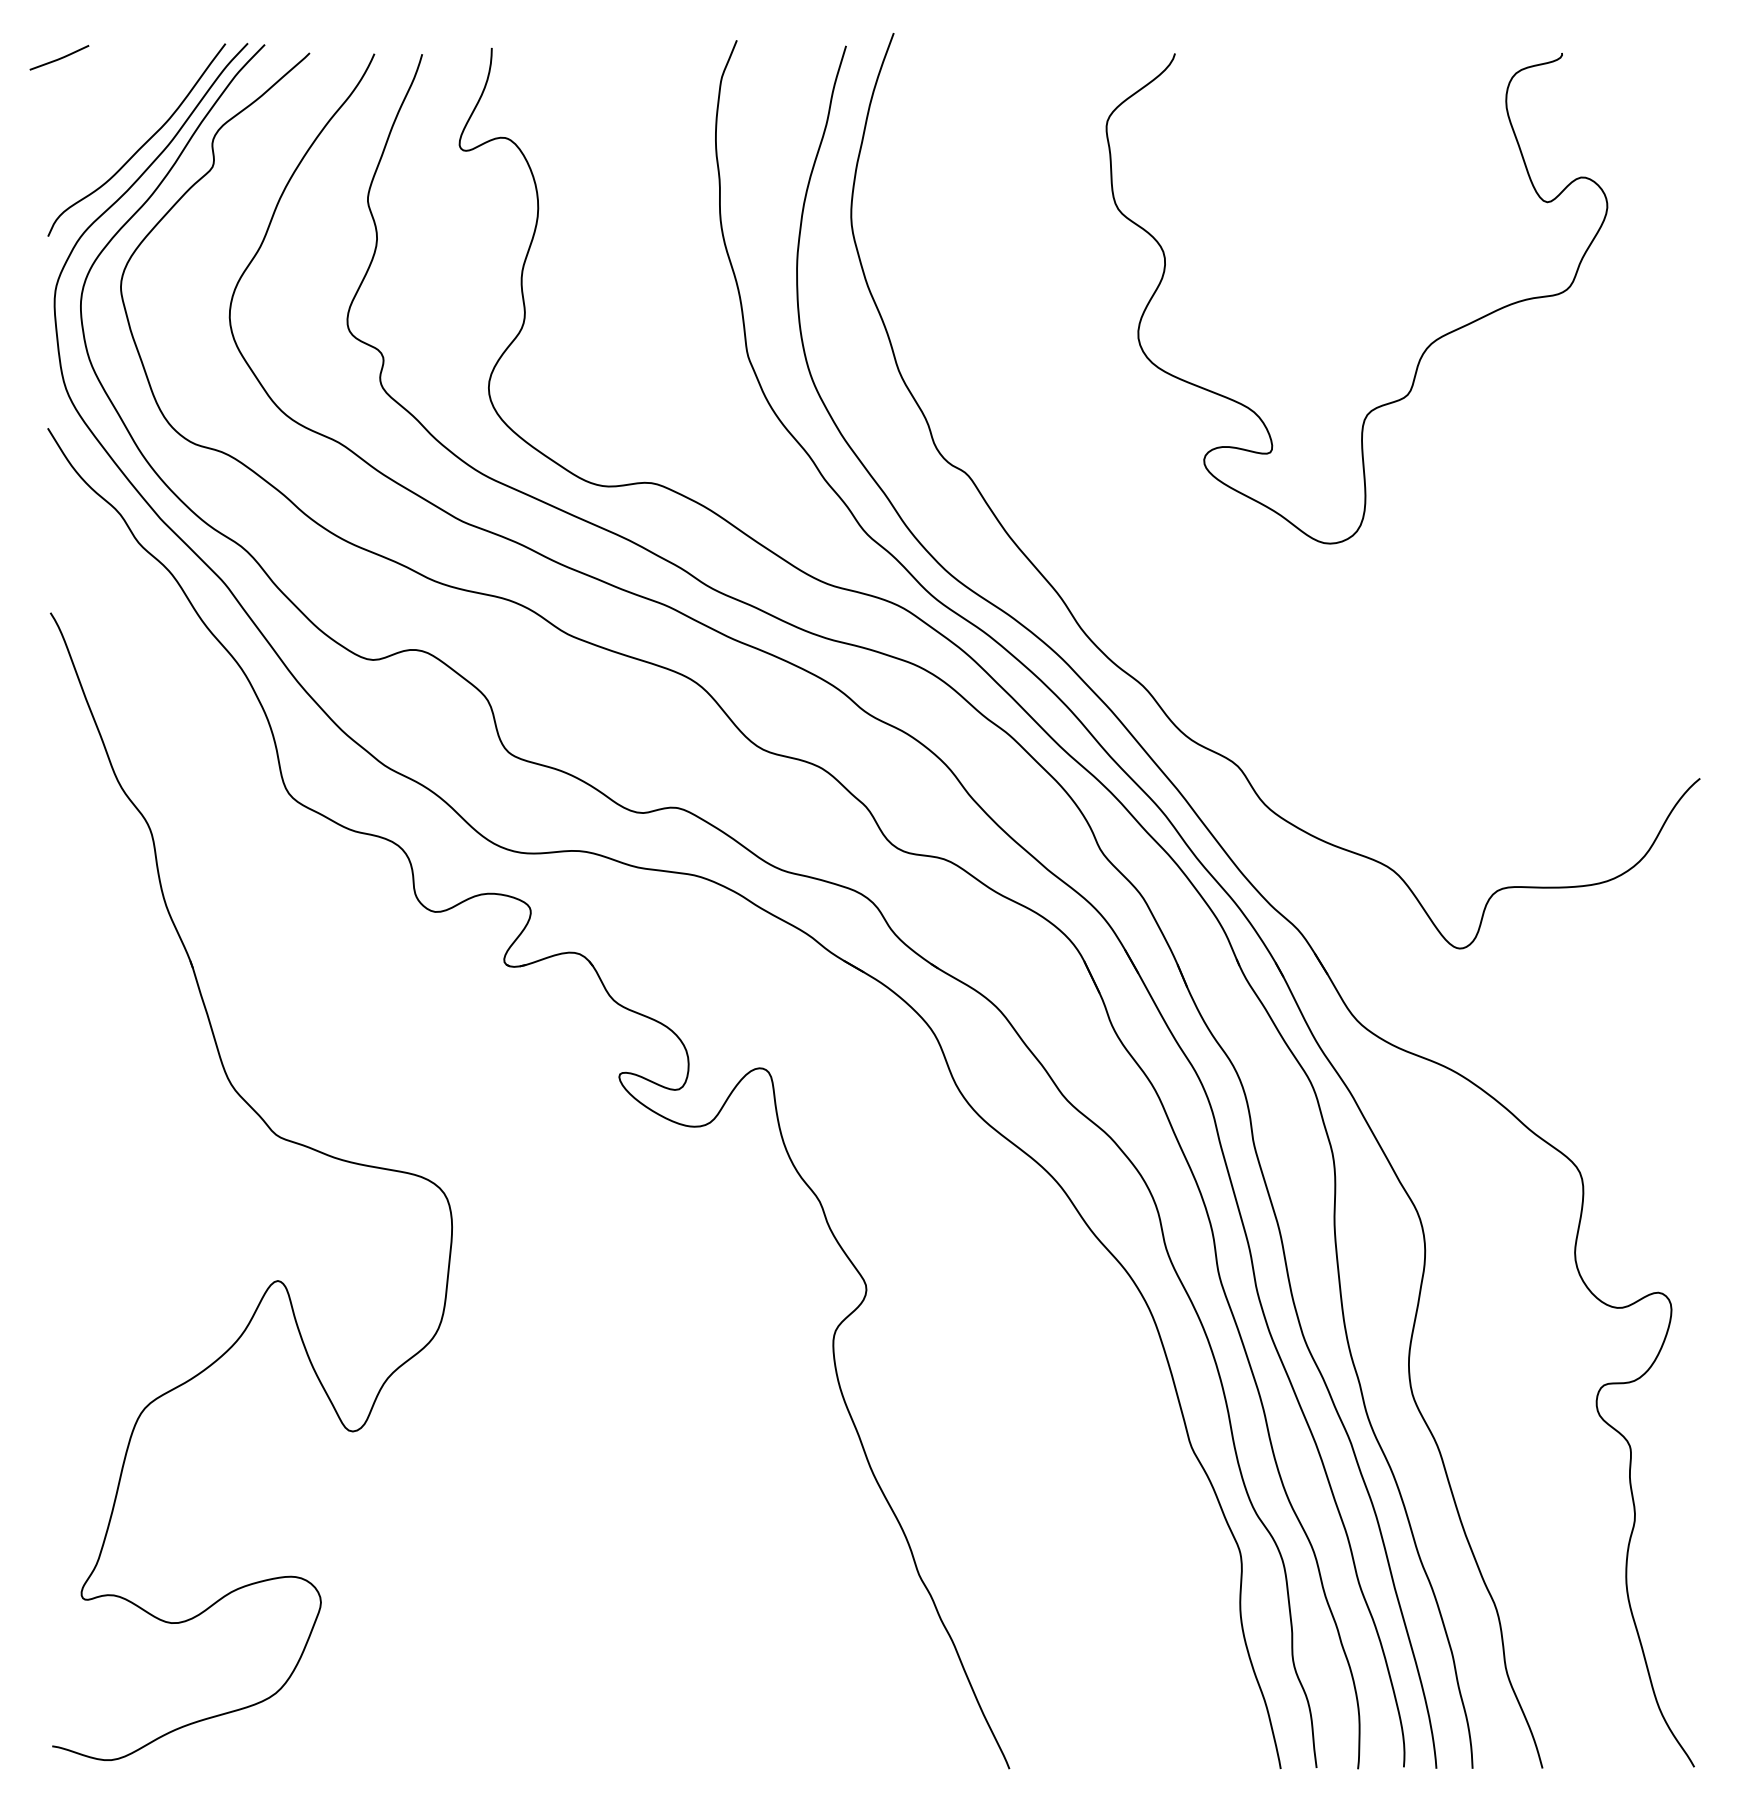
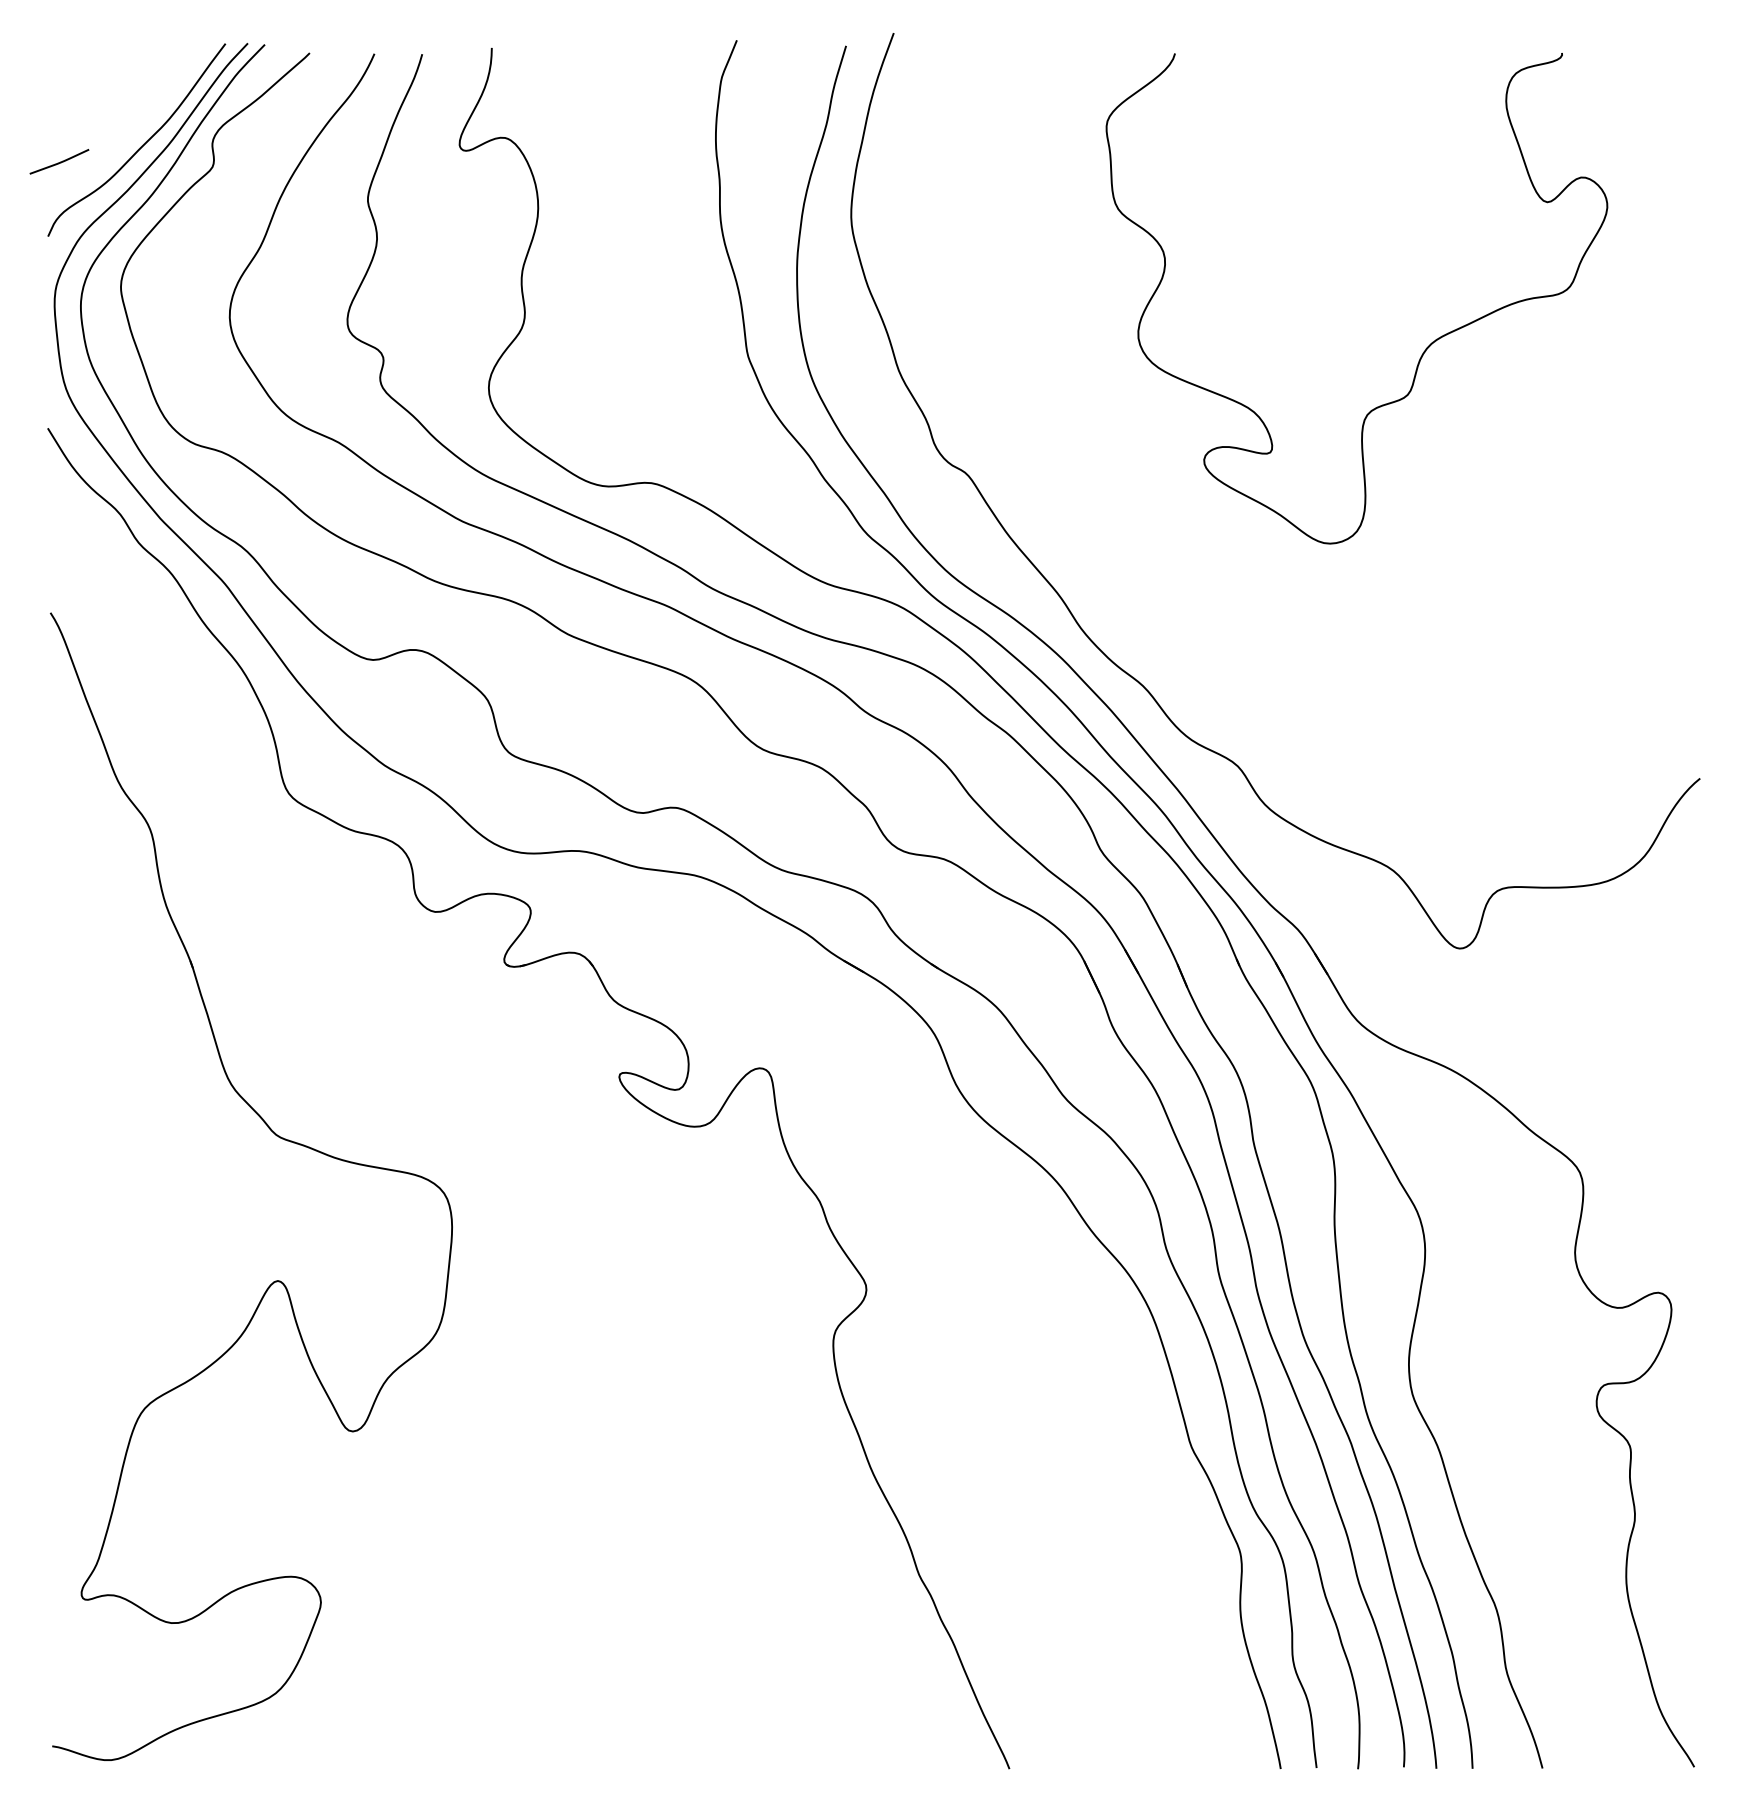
line at (60, 57) position: (60, 57) -> (60, 161)
